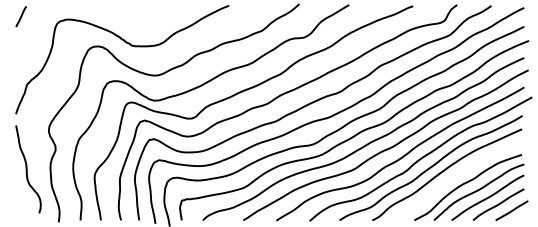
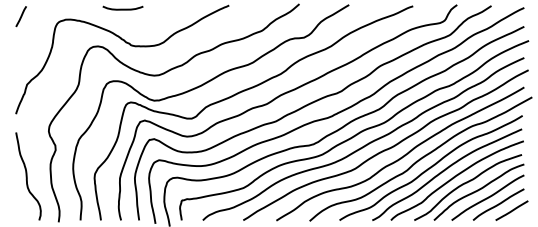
curve at (122, 8): none -> present
curve at (27, 169) position: (27, 169) -> (27, 176)
curve at (454, 178): none -> present
